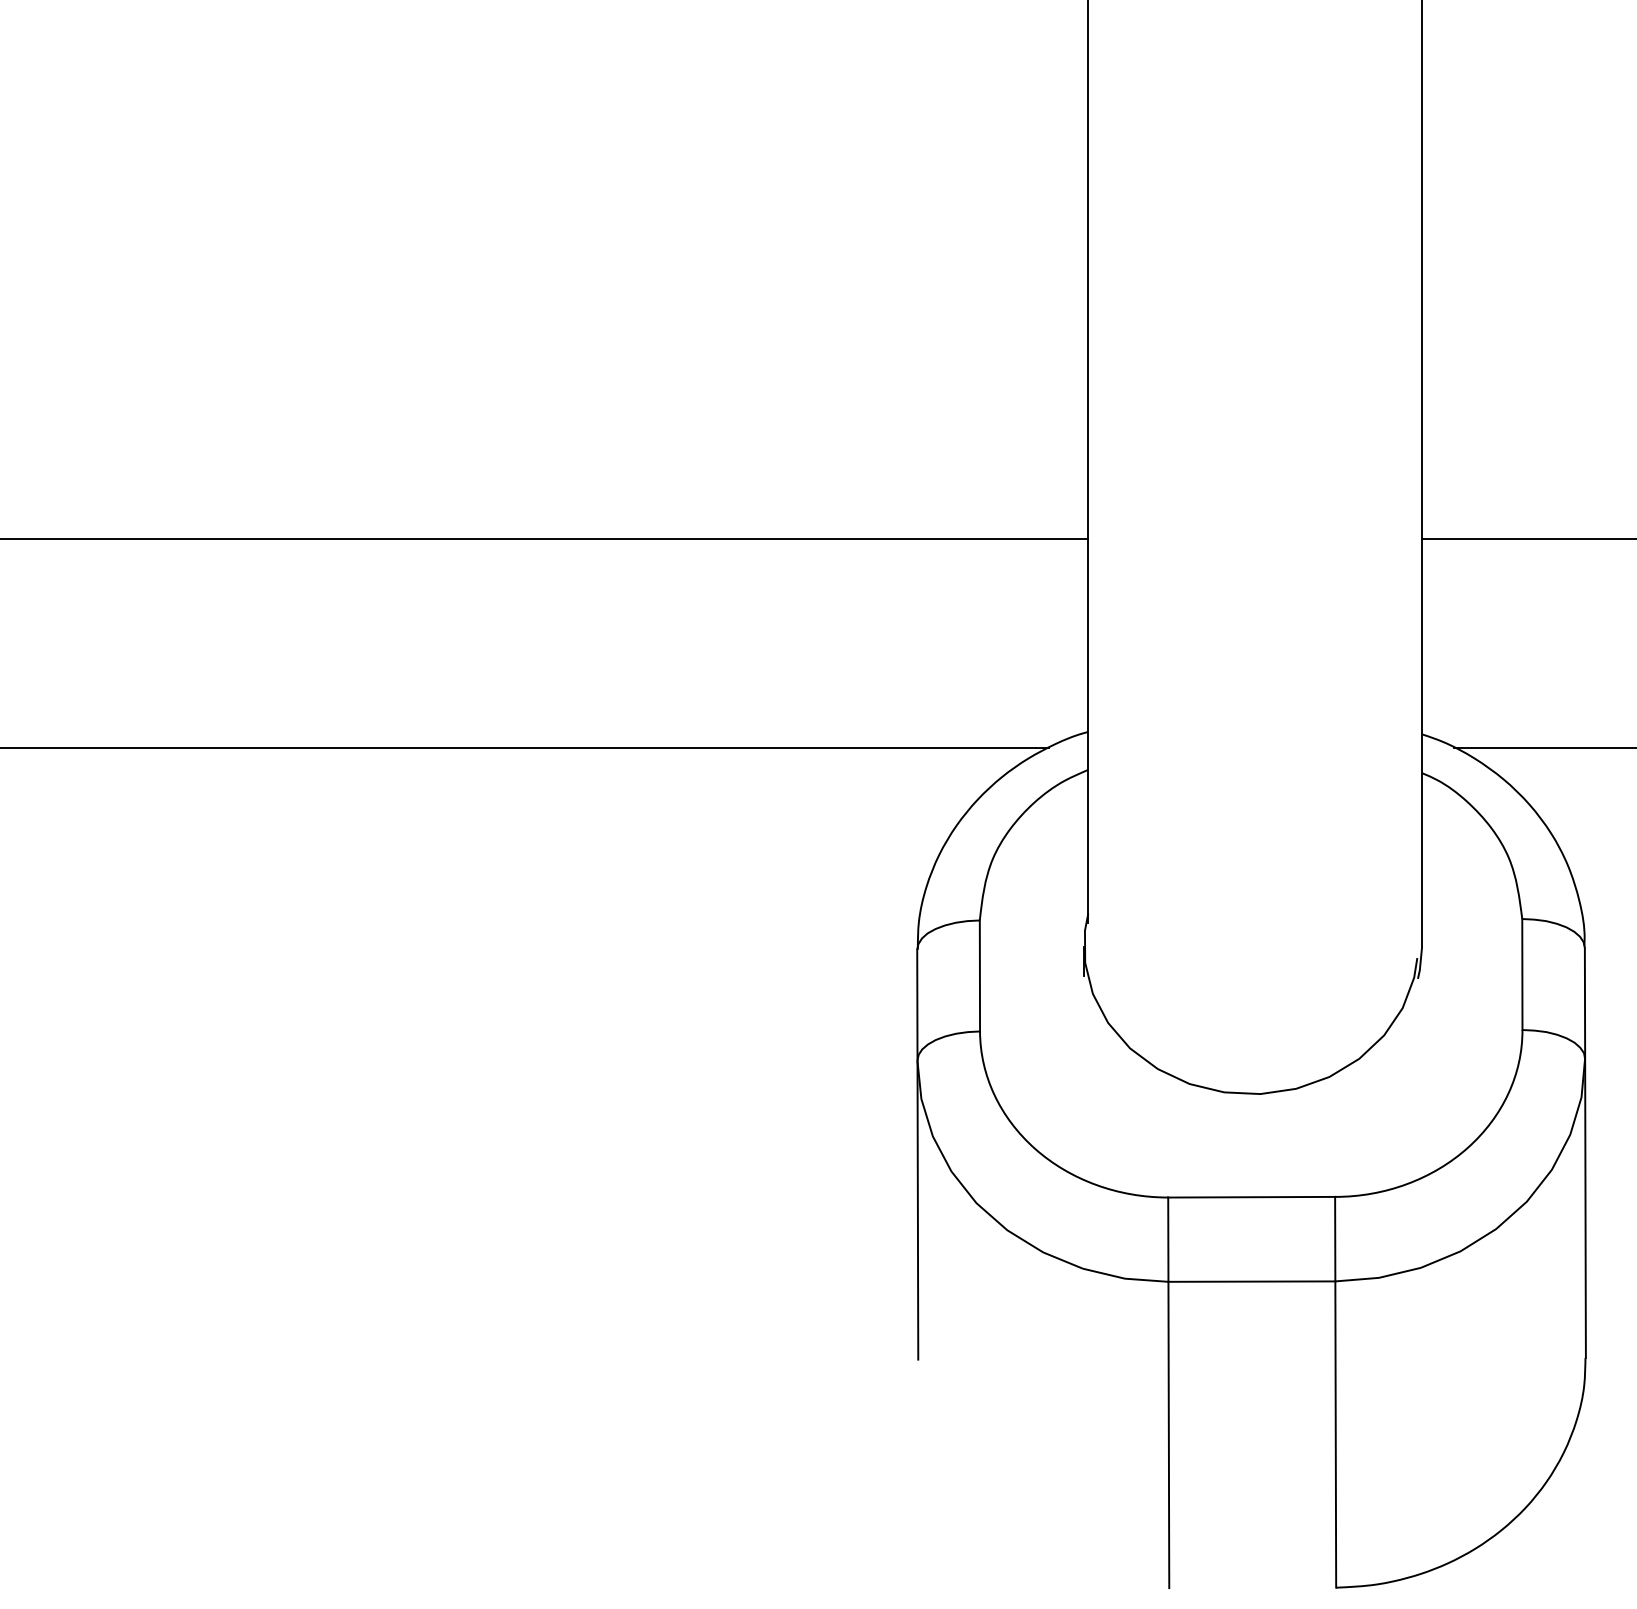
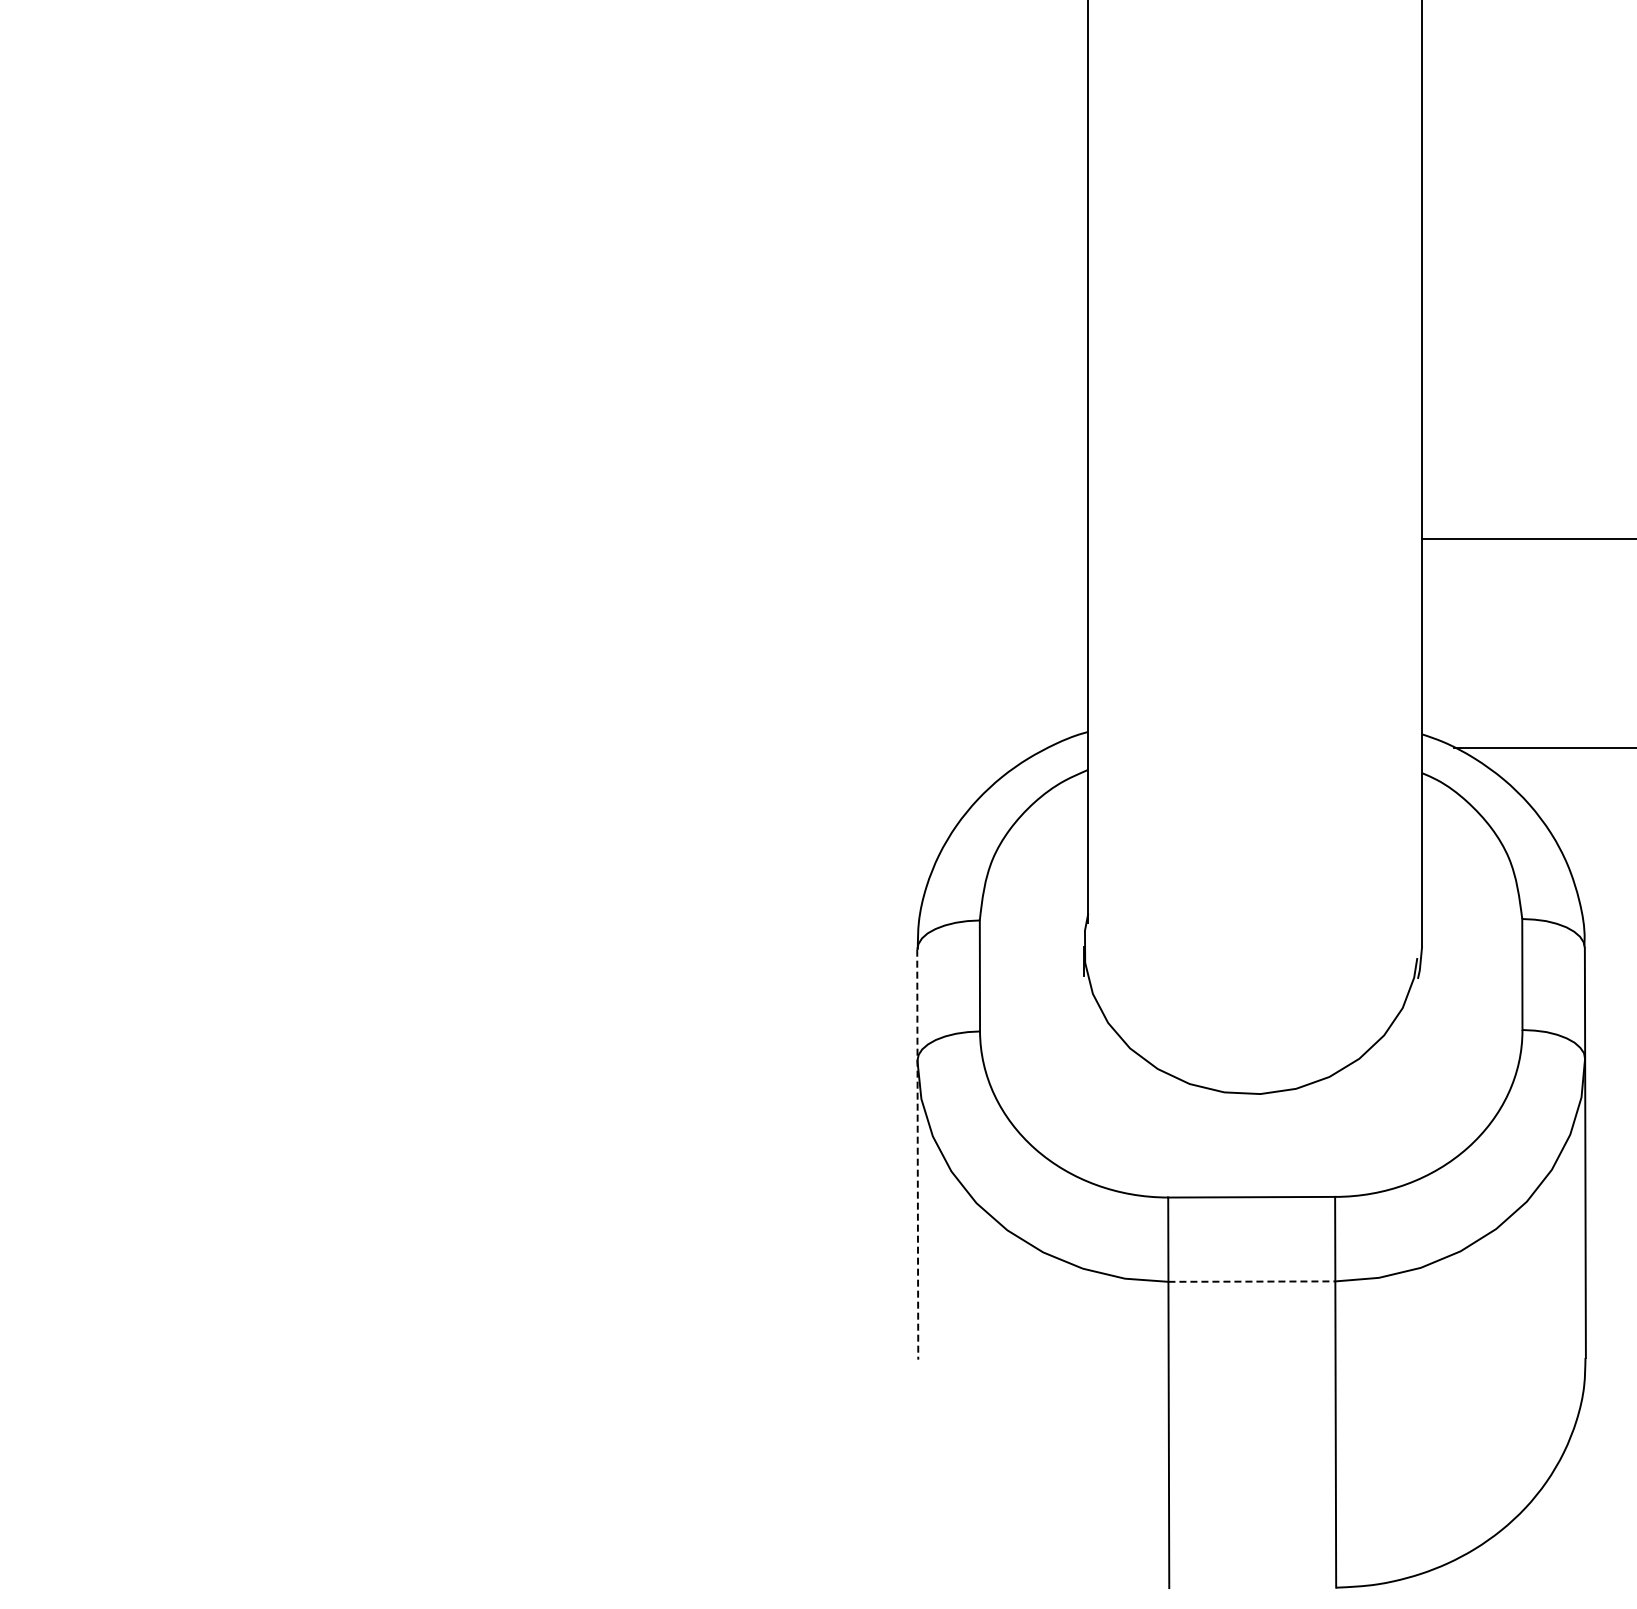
line at (545, 538): present -> none
line at (525, 747): present -> none
line at (917, 1154): solid -> dashed
line at (1252, 1281): solid -> dashed
